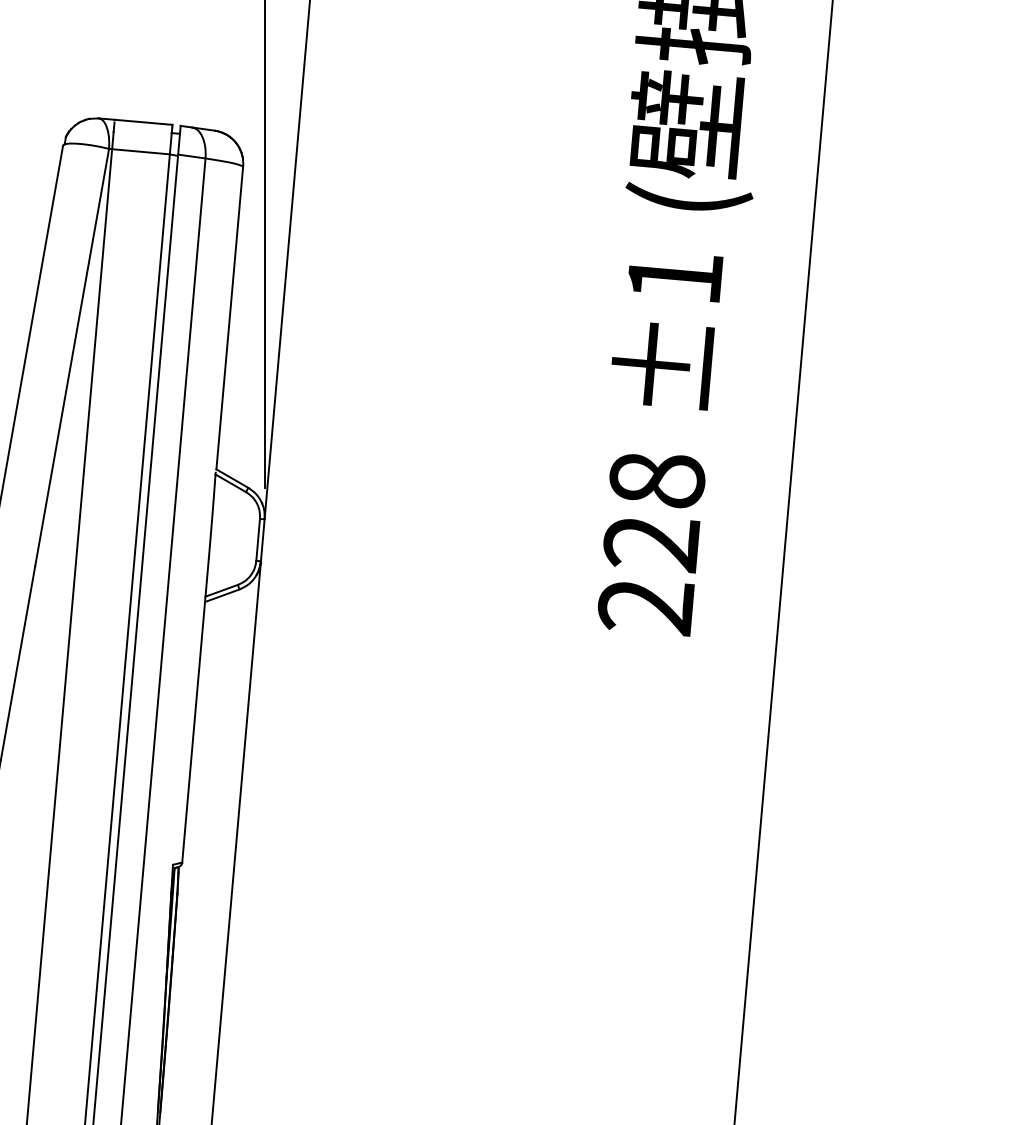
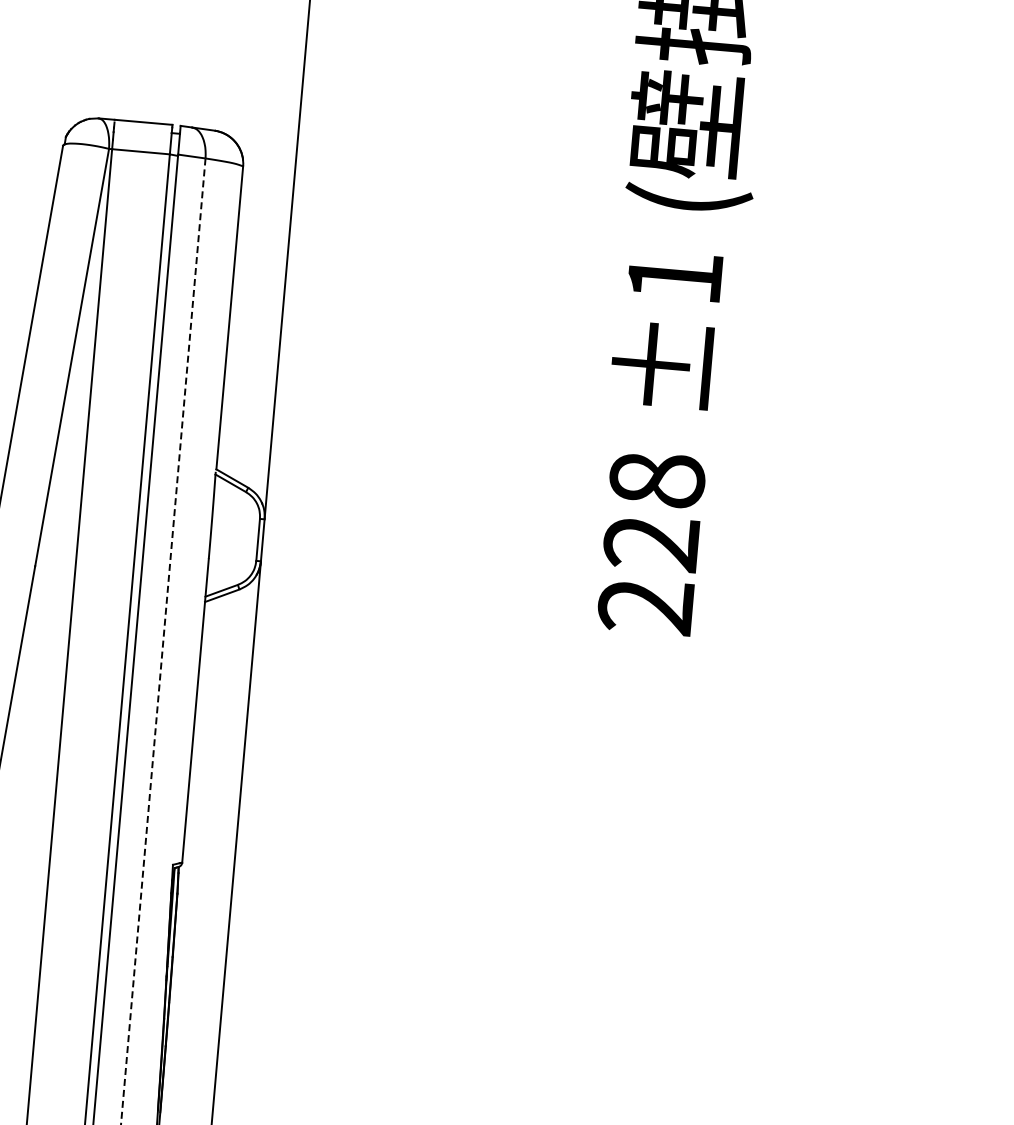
line at (264, 245): present -> none
line at (783, 561): present -> none
line at (163, 641): solid -> dashed
